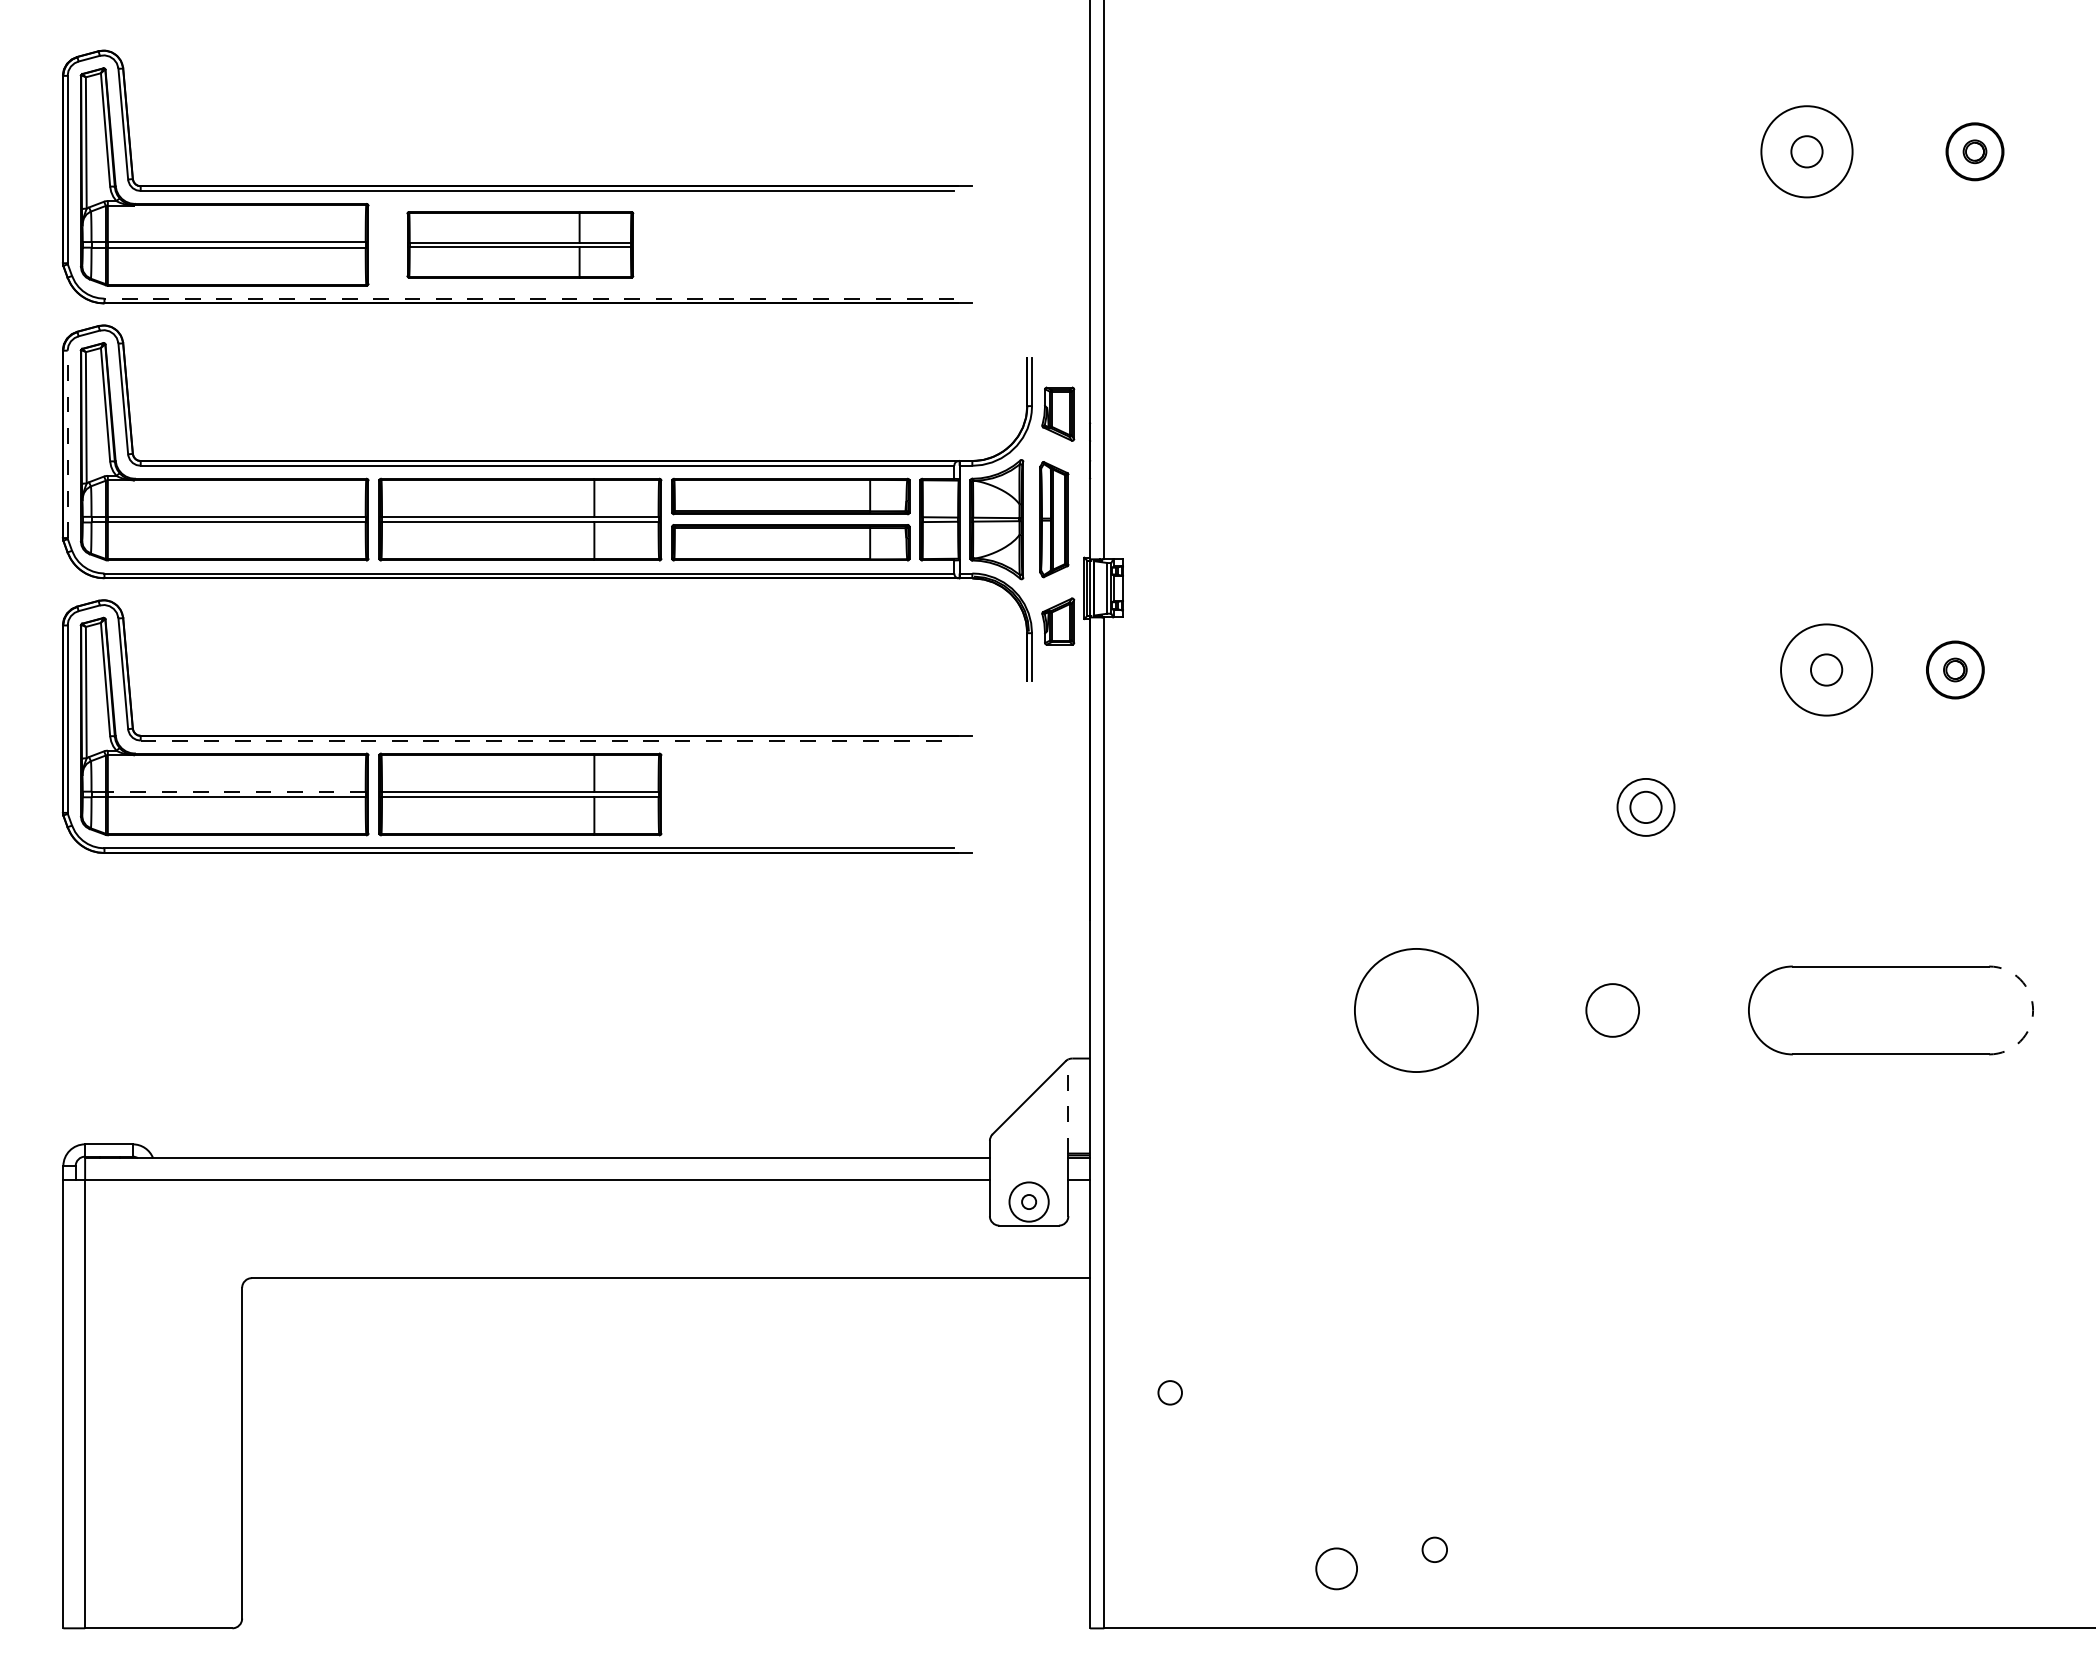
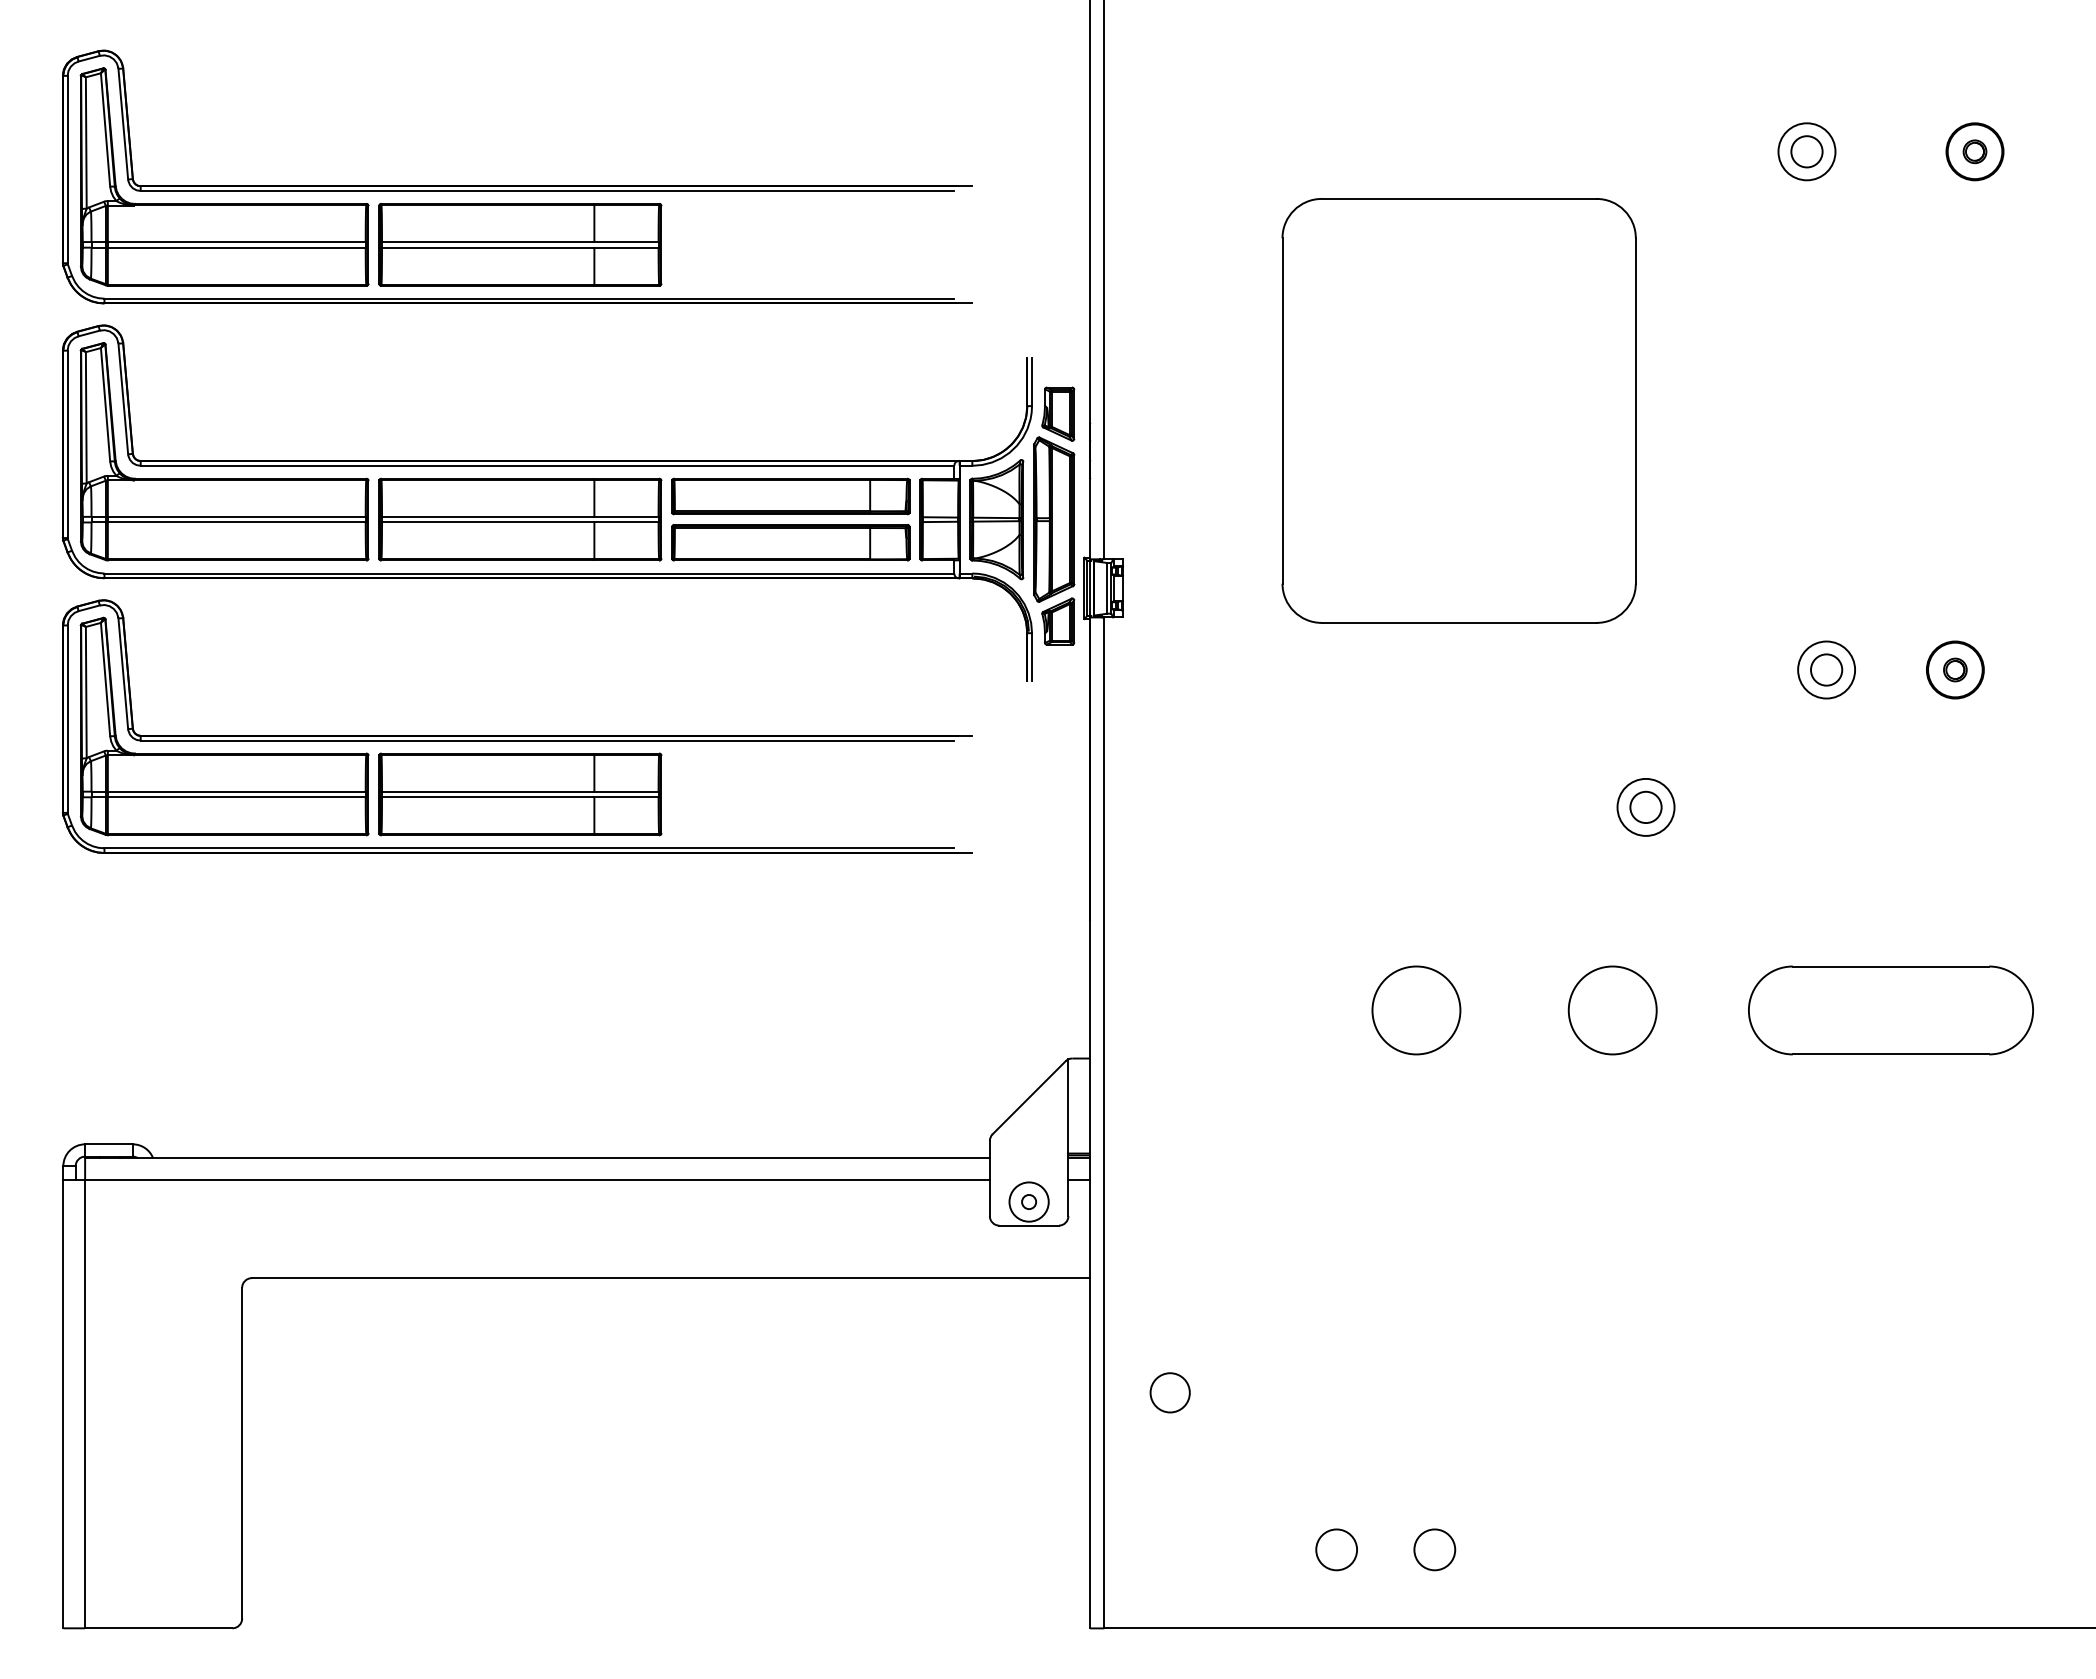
circle at (1806, 151) diameter: 91 px -> 57 px
part at (520, 244) size: 229x68 px -> 285x84 px
line at (529, 298): dashed -> solid
part at (1458, 410): none -> present
line at (67, 444): dashed -> solid
part at (1054, 519) size: 31x118 px -> 43x167 px
circle at (1826, 669) diameter: 91 px -> 57 px
line at (547, 740): dashed -> solid
line at (236, 791): dashed -> solid
circle at (1416, 1010) diameter: 123 px -> 88 px
circle at (1612, 1010) diameter: 53 px -> 88 px
arc at (2033, 1010): dashed -> solid
line at (1068, 1105): dashed -> solid
circle at (1170, 1392) diameter: 24 px -> 39 px
circle at (1434, 1549) diameter: 24 px -> 41 px
circle at (1336, 1568) position: (1336, 1568) -> (1336, 1549)
